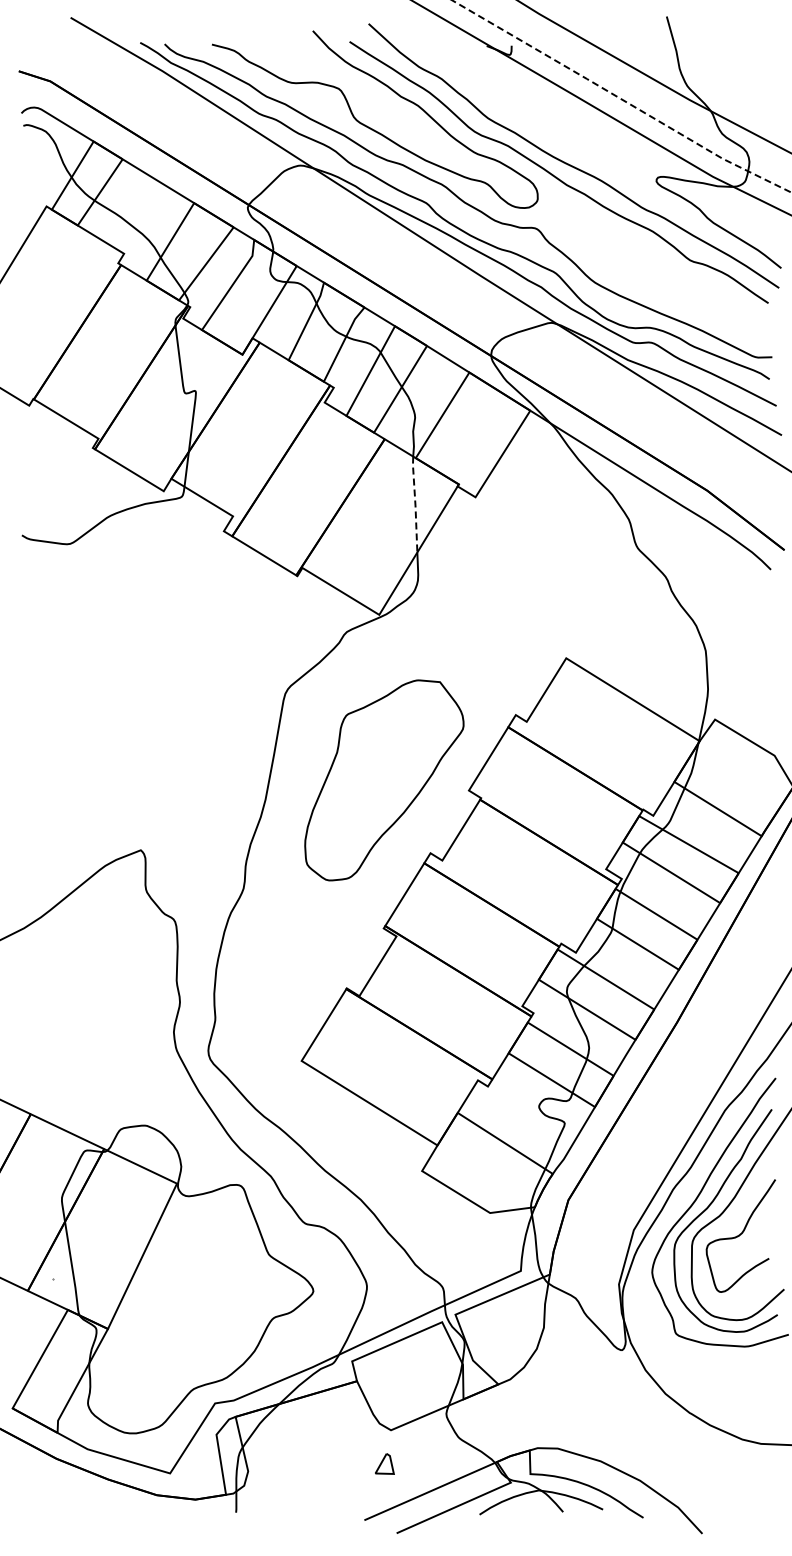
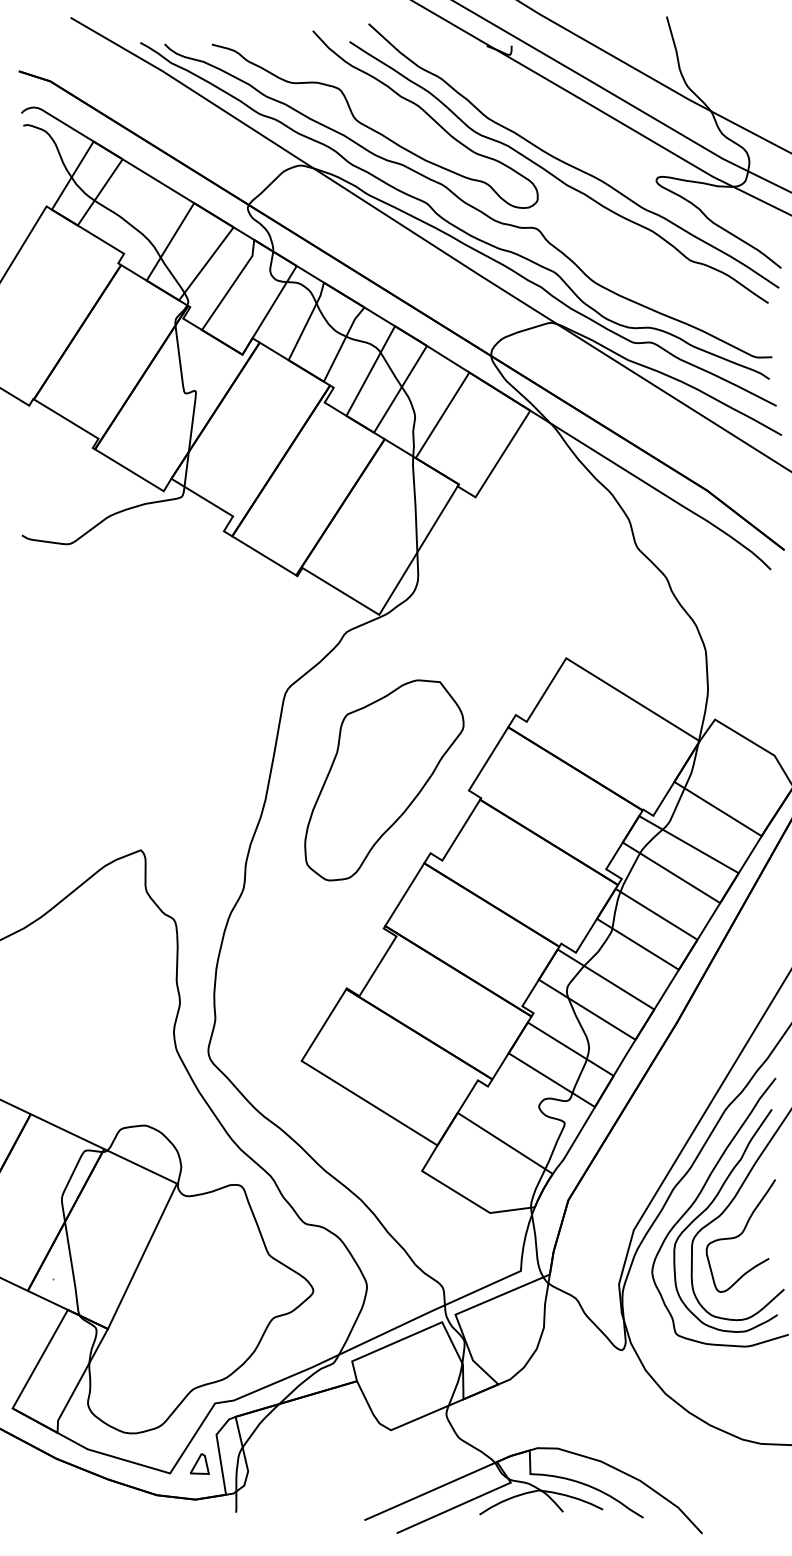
line at (621, 99): dashed -> solid
line at (415, 504): dashed -> solid
part at (384, 1463) position: (384, 1463) -> (199, 1463)
